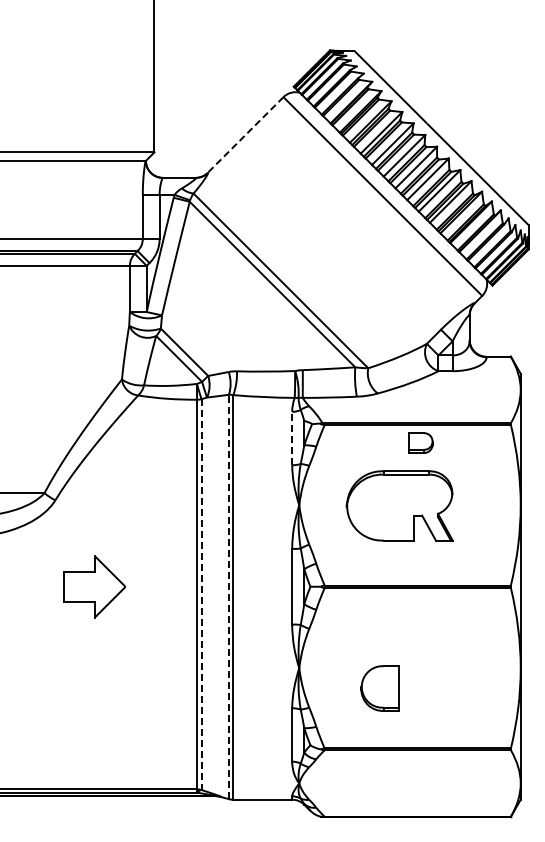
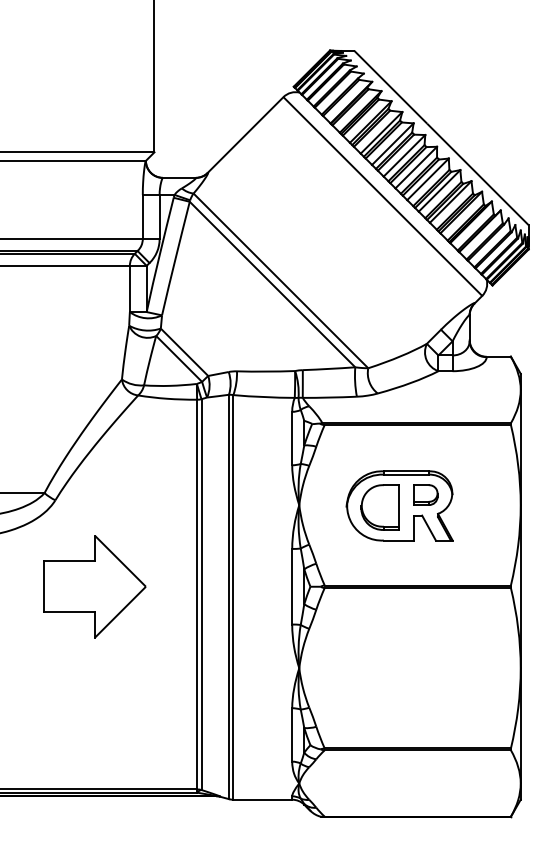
line at (245, 135): dashed -> solid
line at (292, 438): dashed -> solid
part at (420, 442) position: (420, 442) -> (425, 494)
part at (94, 586) size: 63x64 px -> 104x104 px
line at (201, 595): dashed -> solid
line at (228, 596): dashed -> solid
part at (379, 688) position: (379, 688) -> (379, 507)
